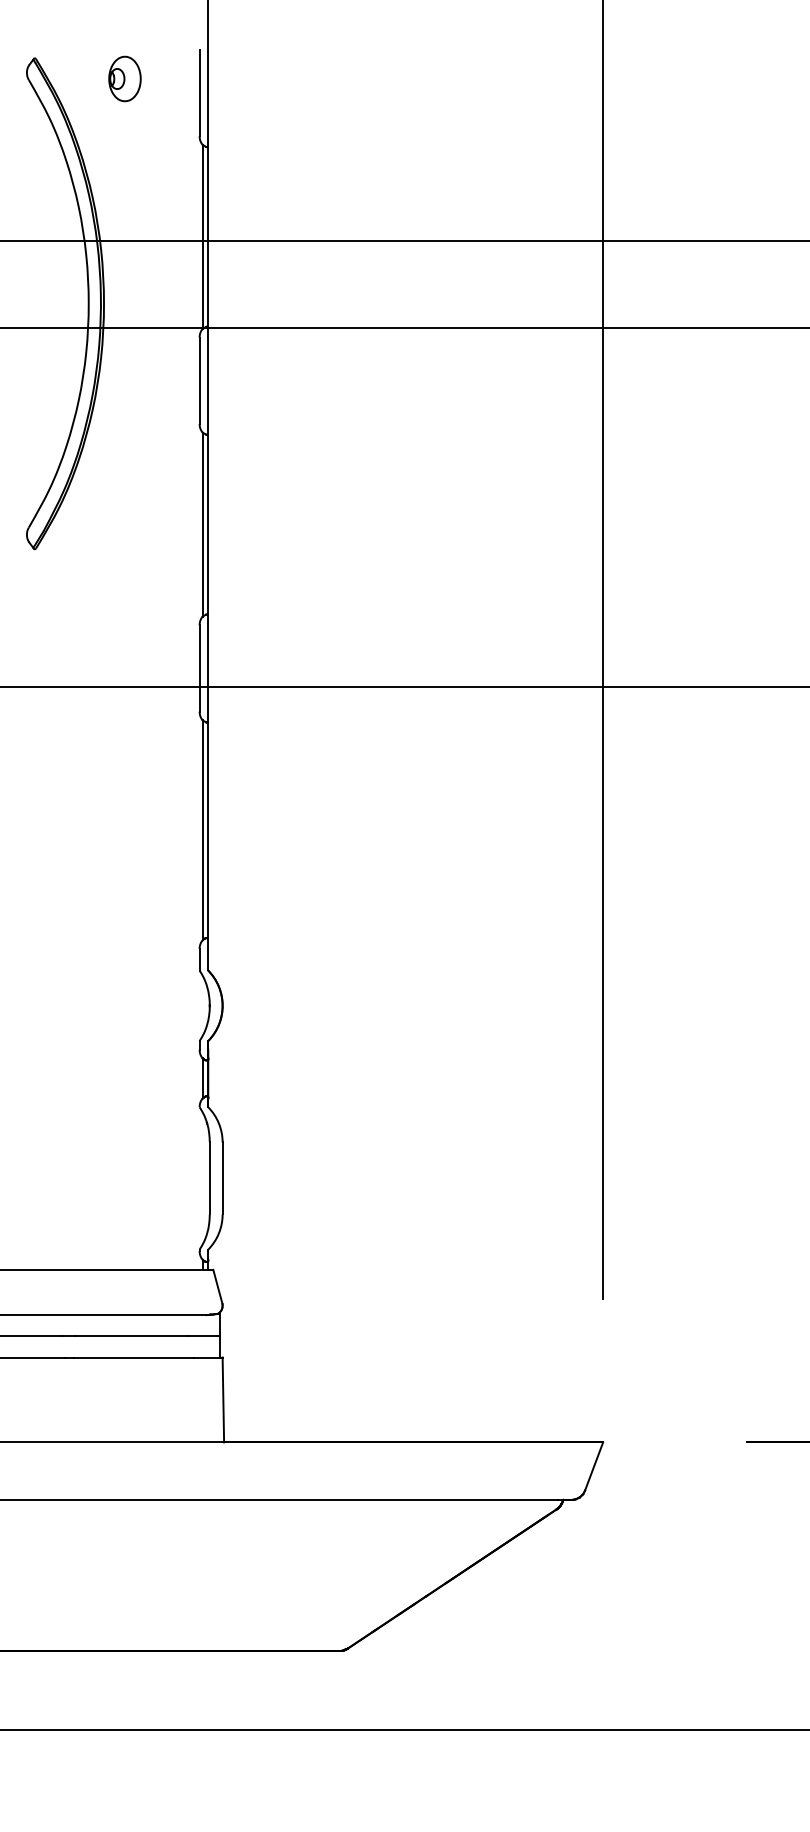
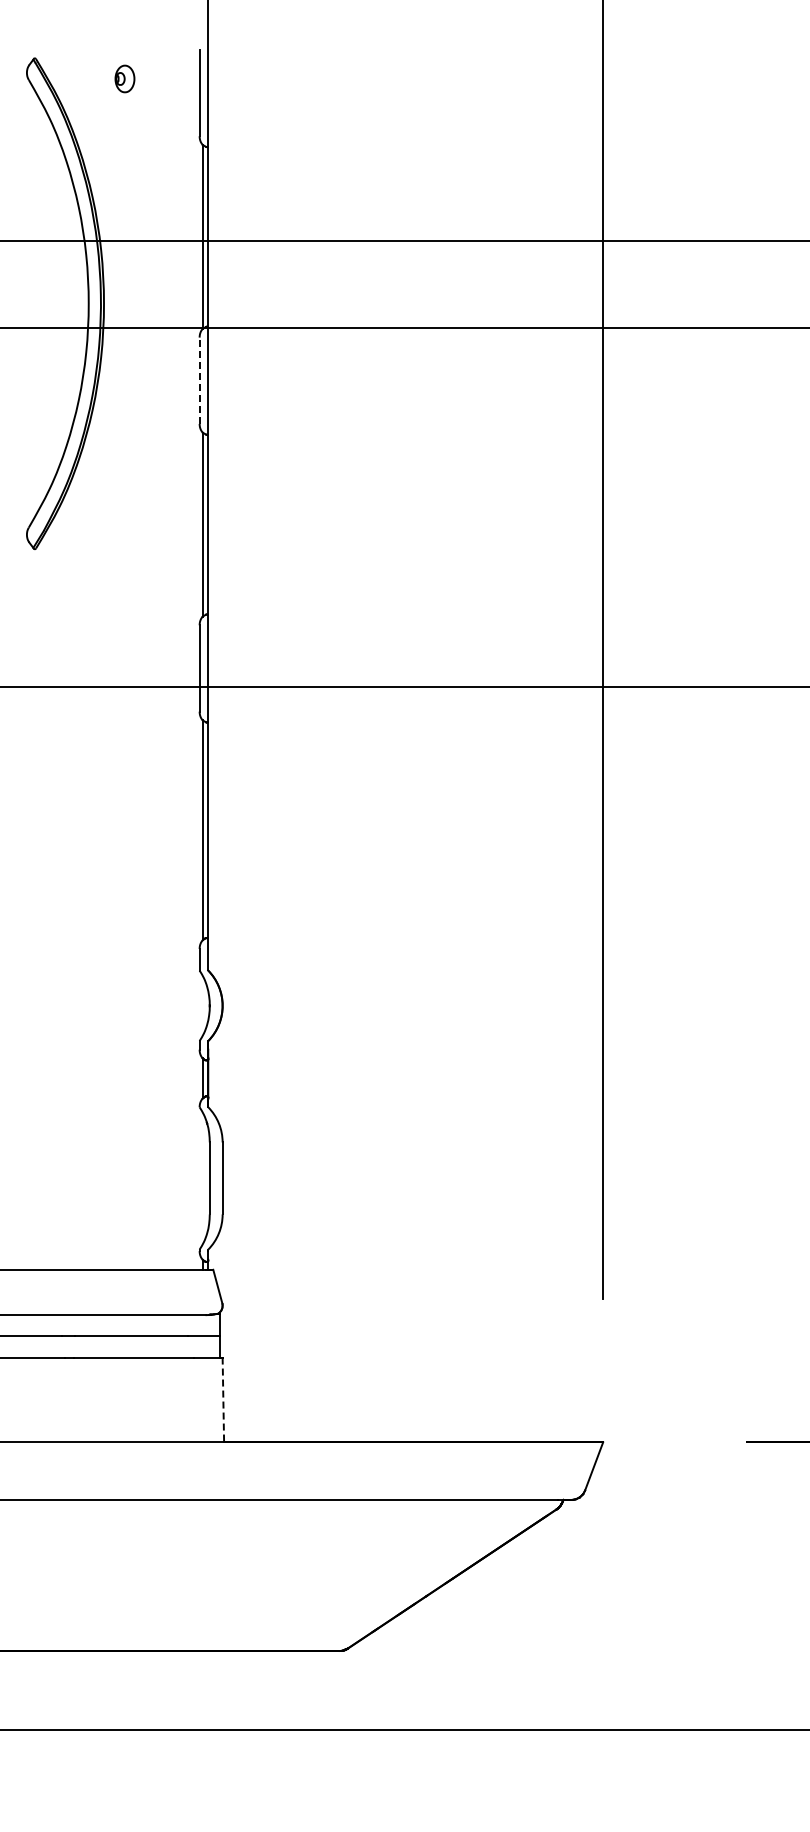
part at (124, 78) size: 34x48 px -> 22x30 px
line at (199, 380): solid -> dashed
line at (223, 1400): solid -> dashed
